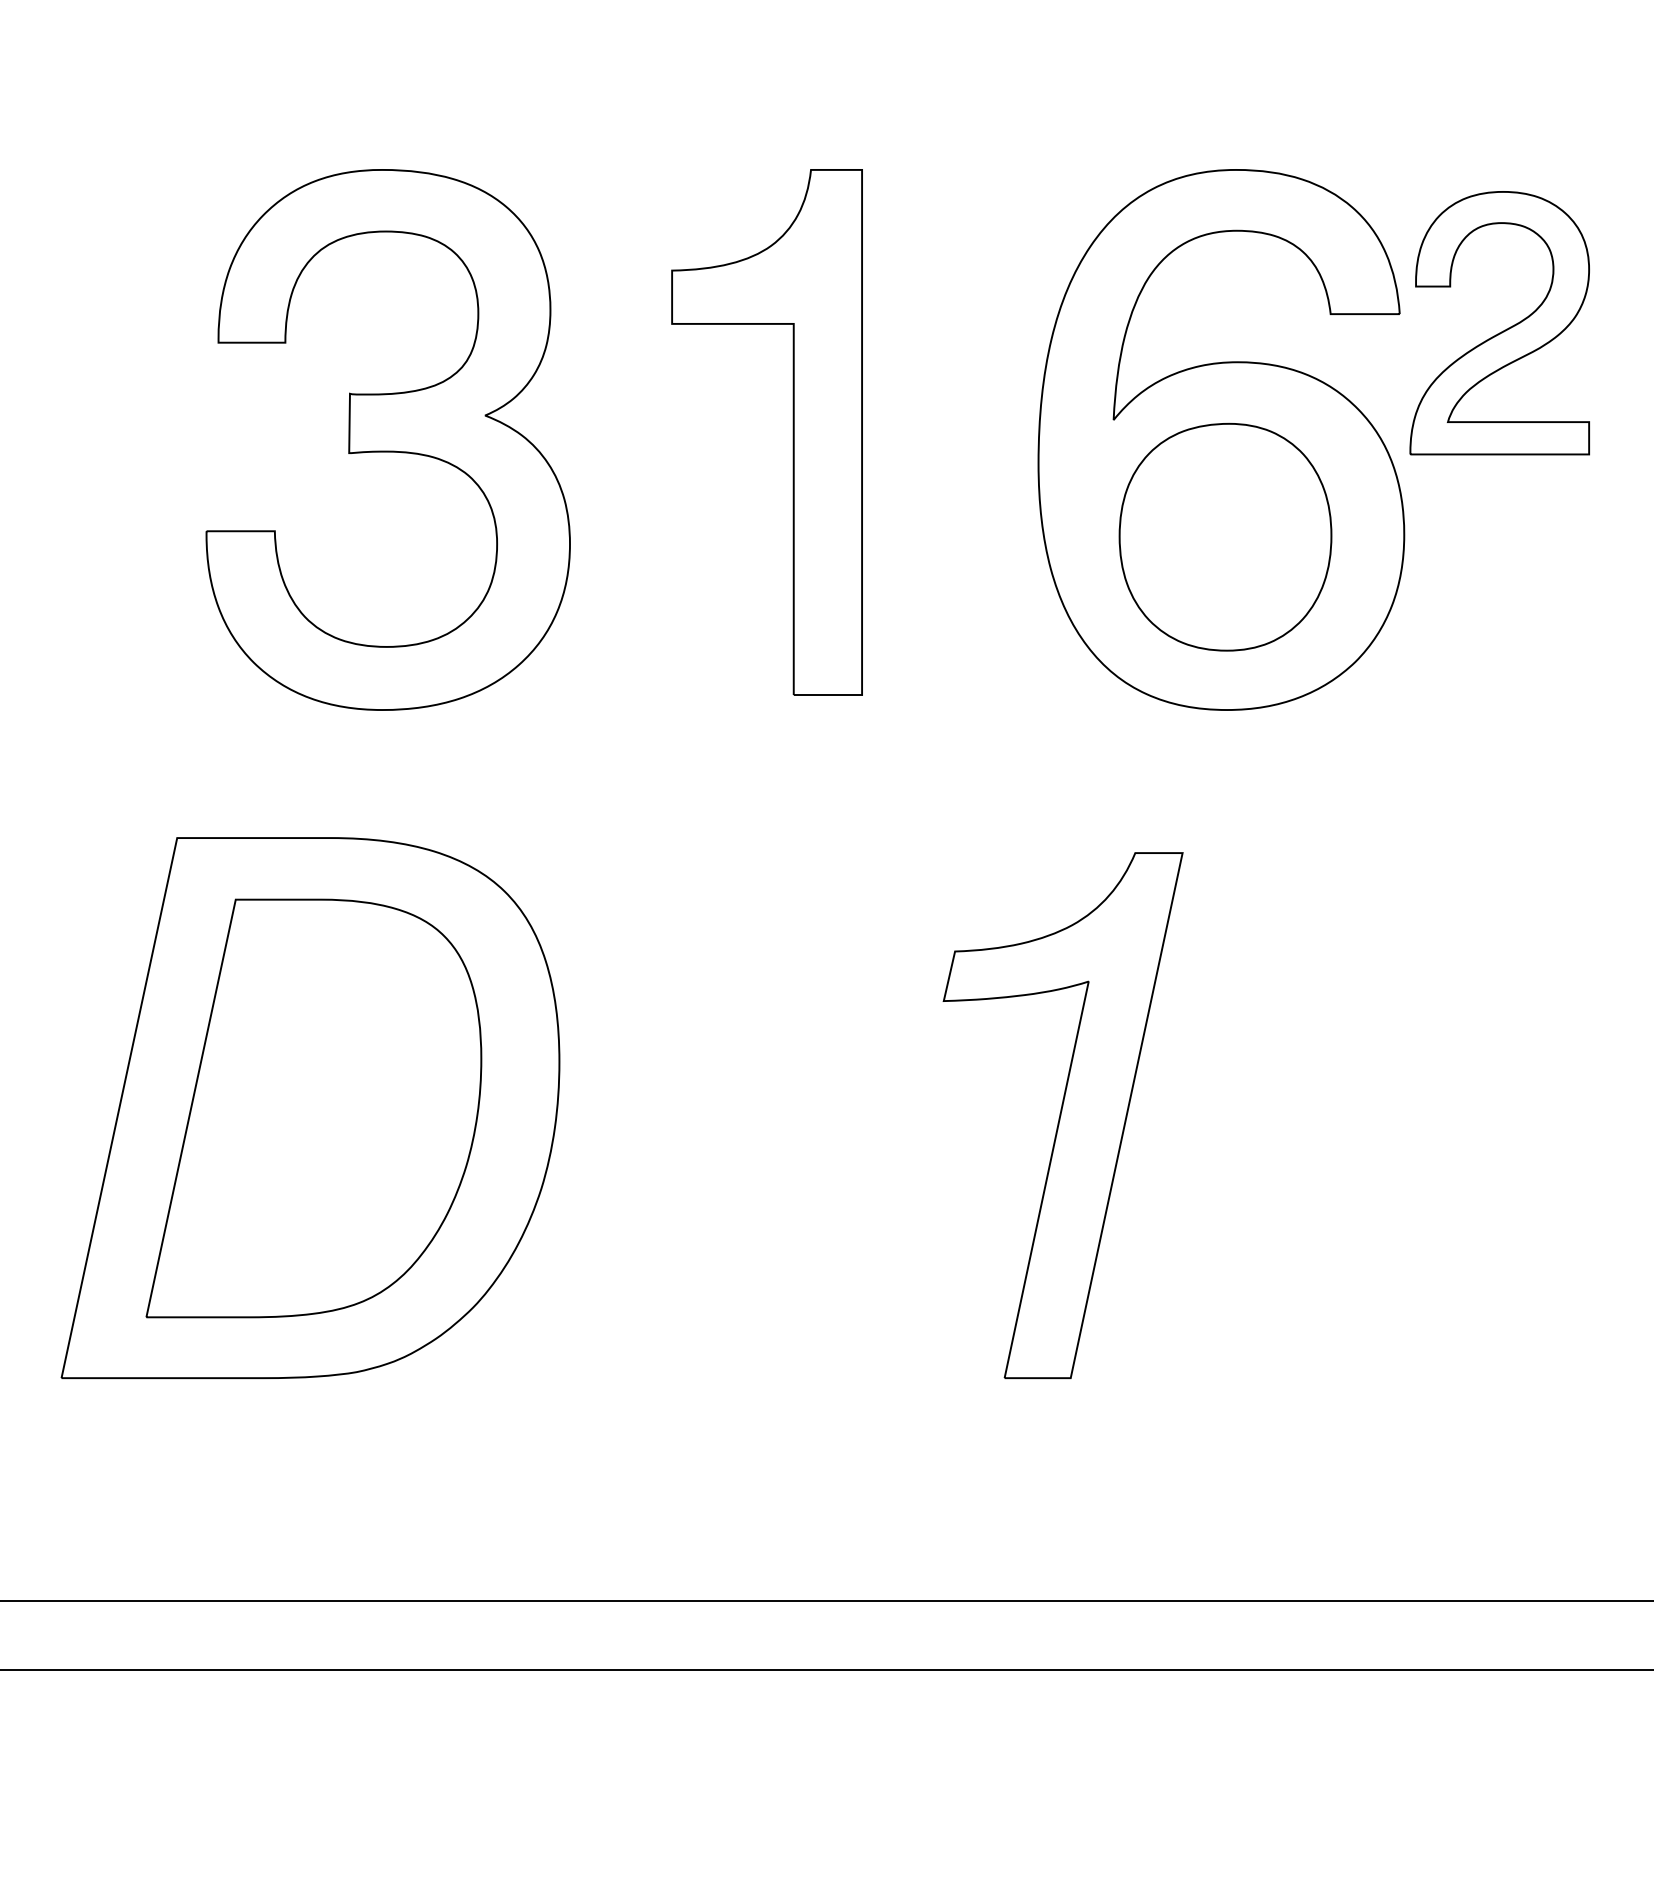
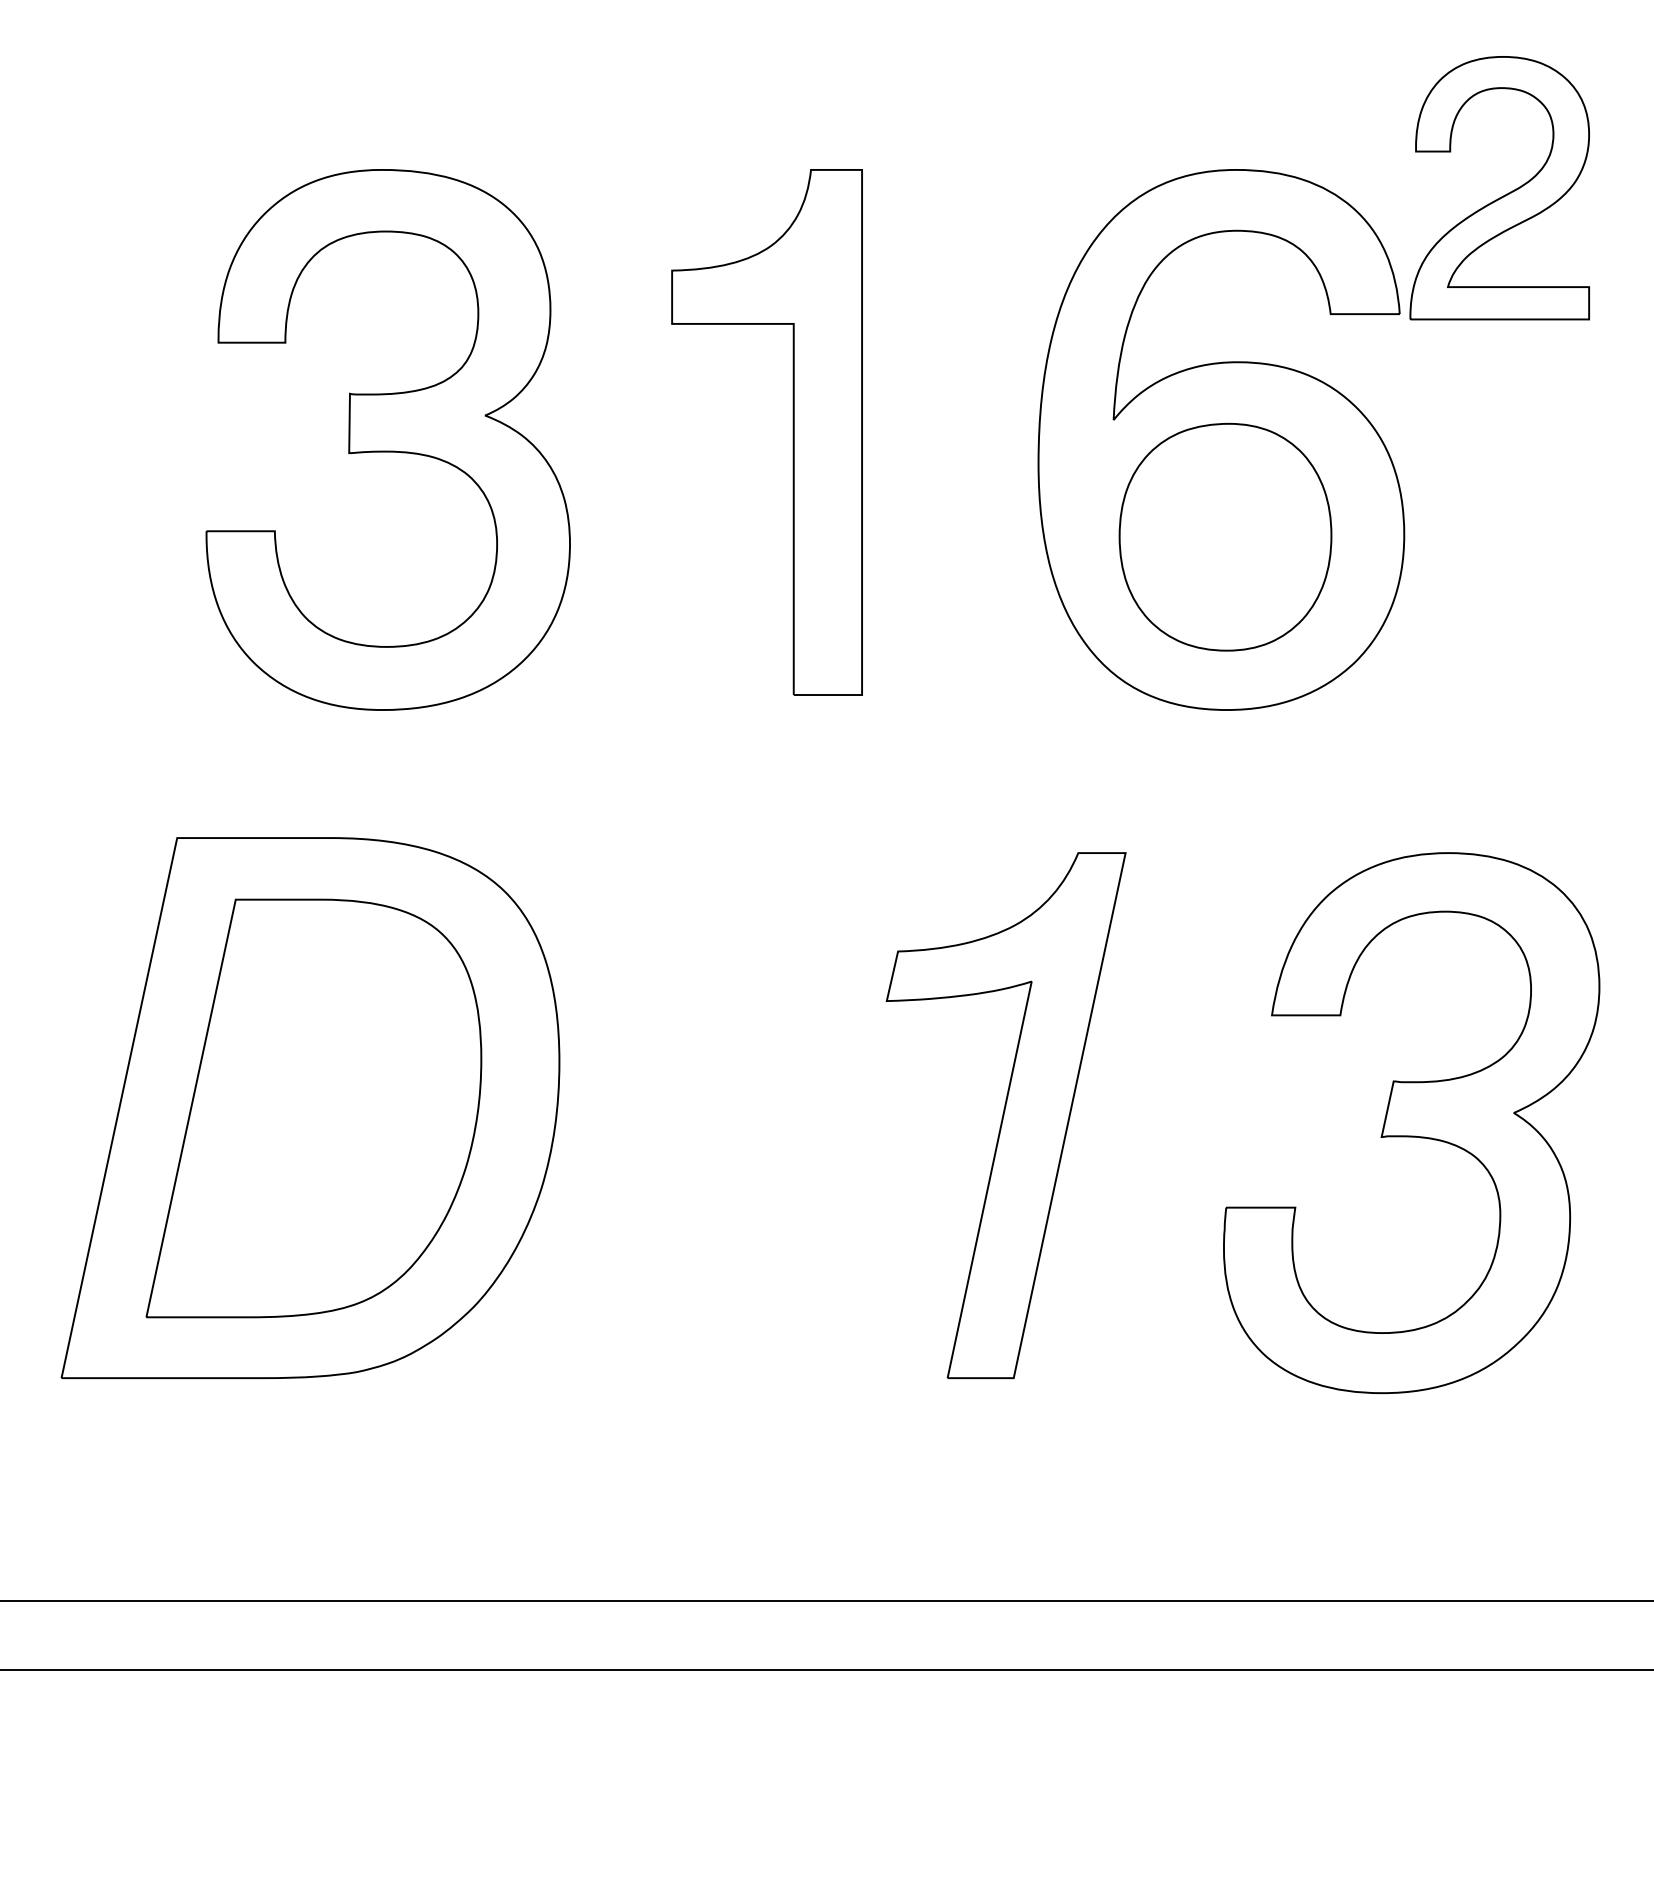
part at (1503, 330) position: (1503, 330) -> (1503, 195)
part at (1062, 1115) position: (1062, 1115) -> (1005, 1115)
part at (1411, 1123): none -> present
